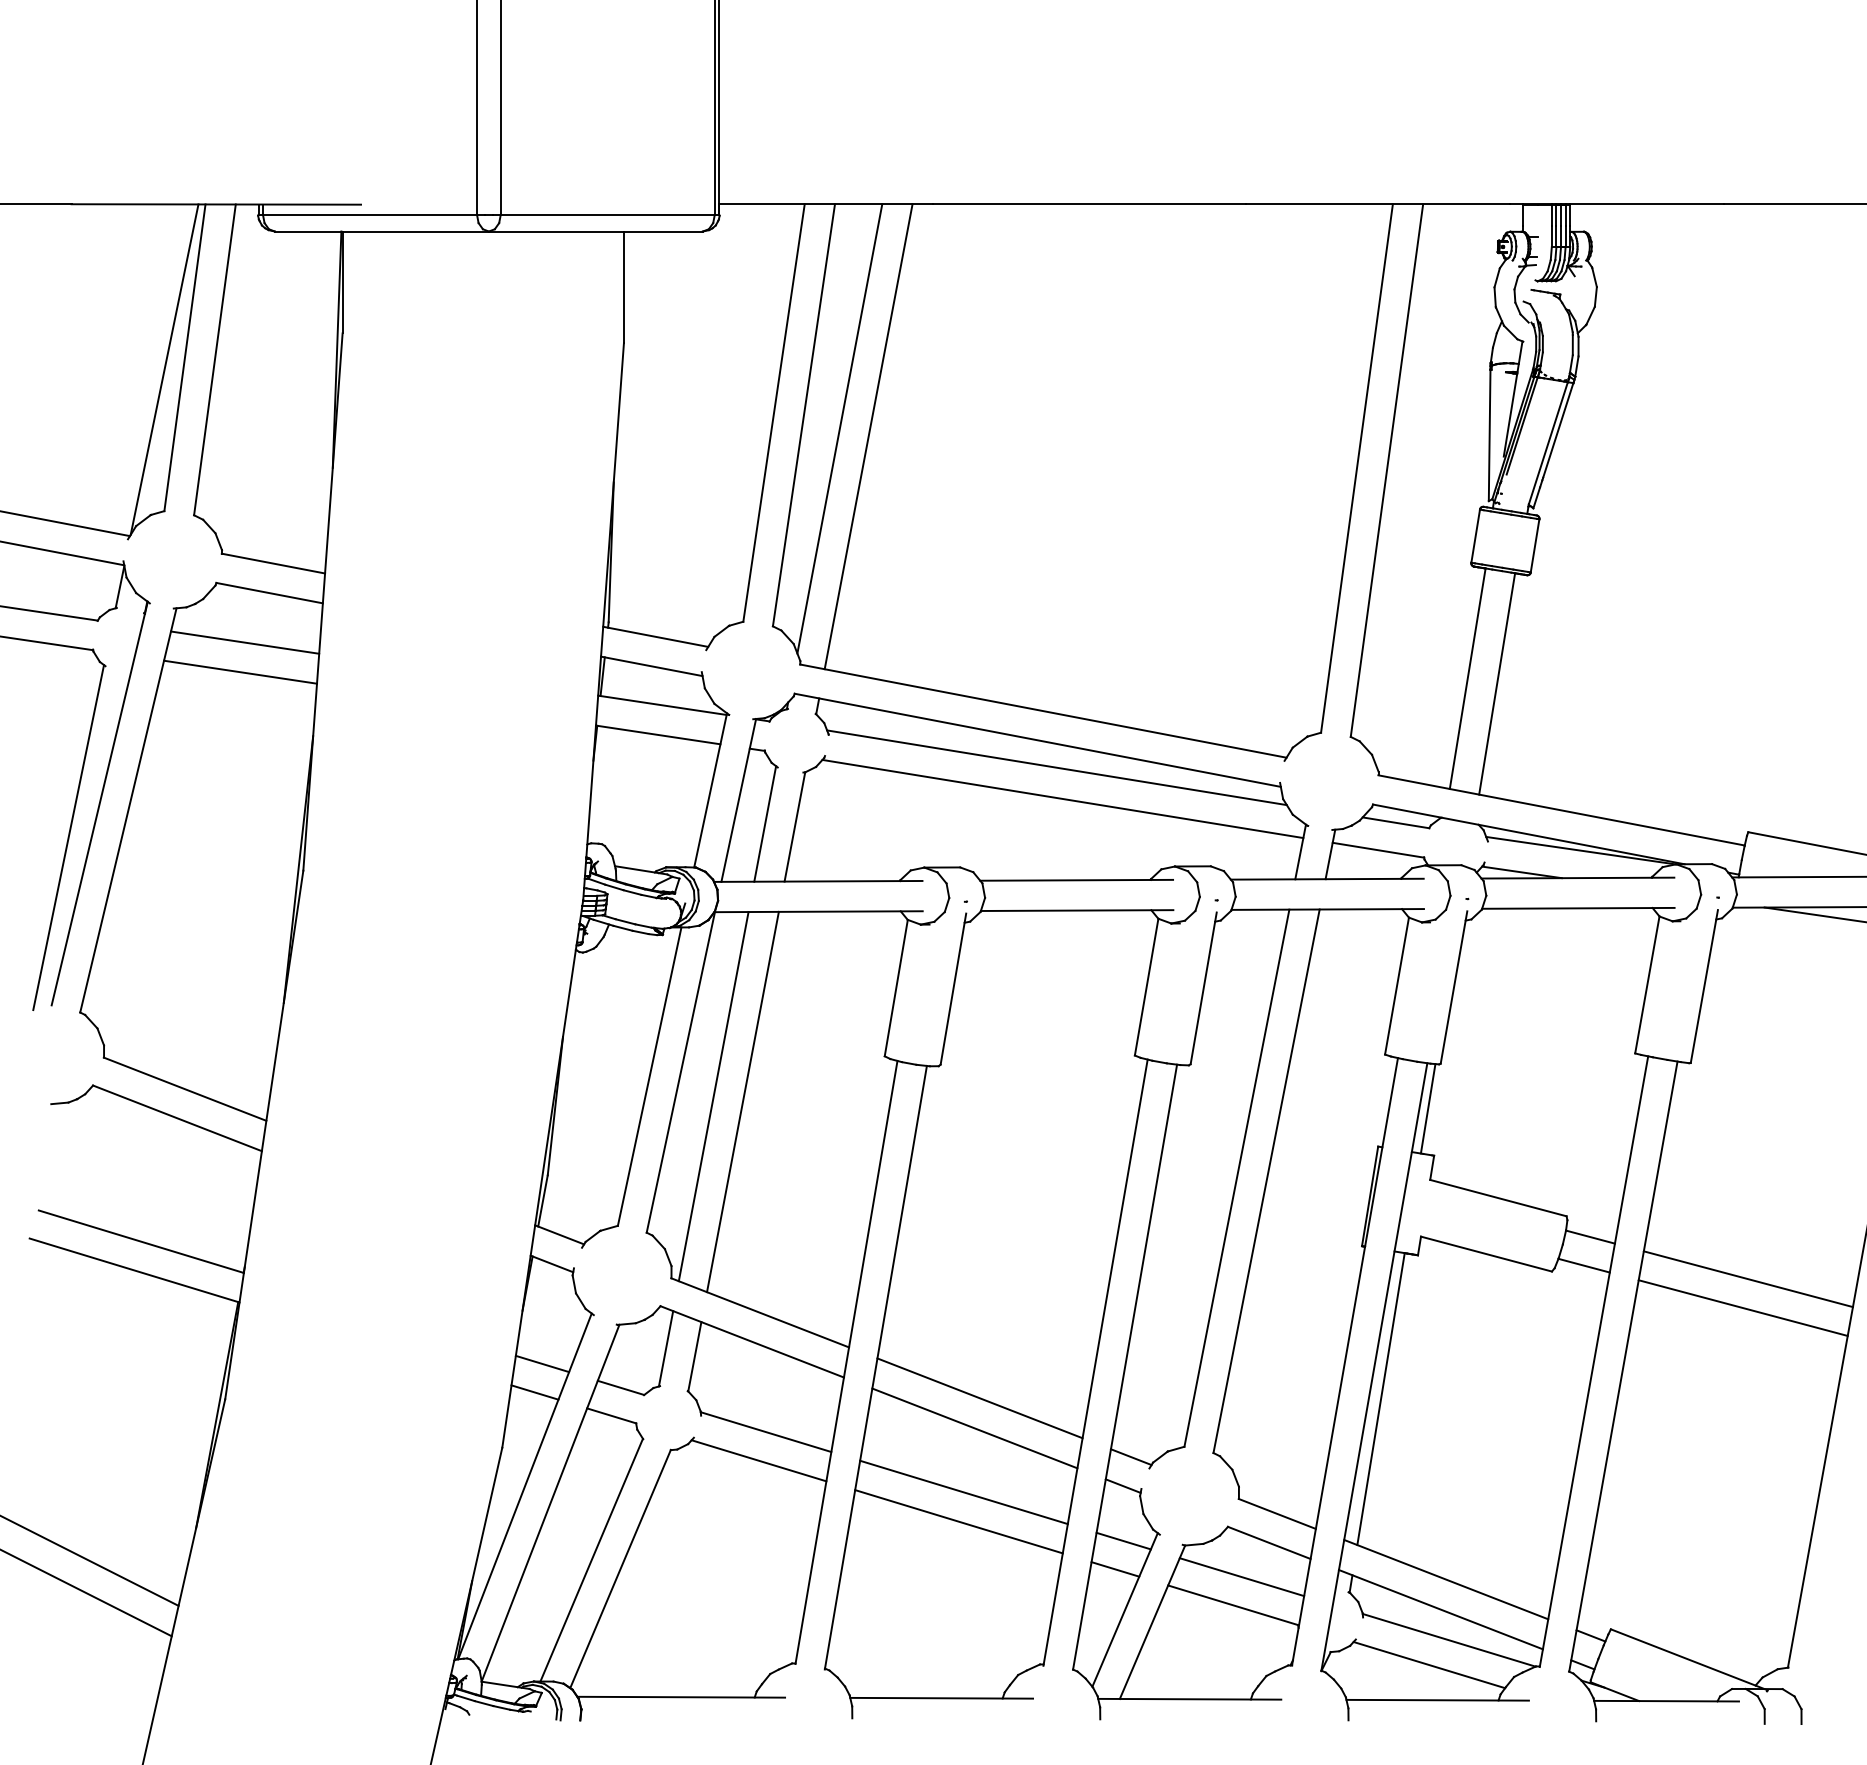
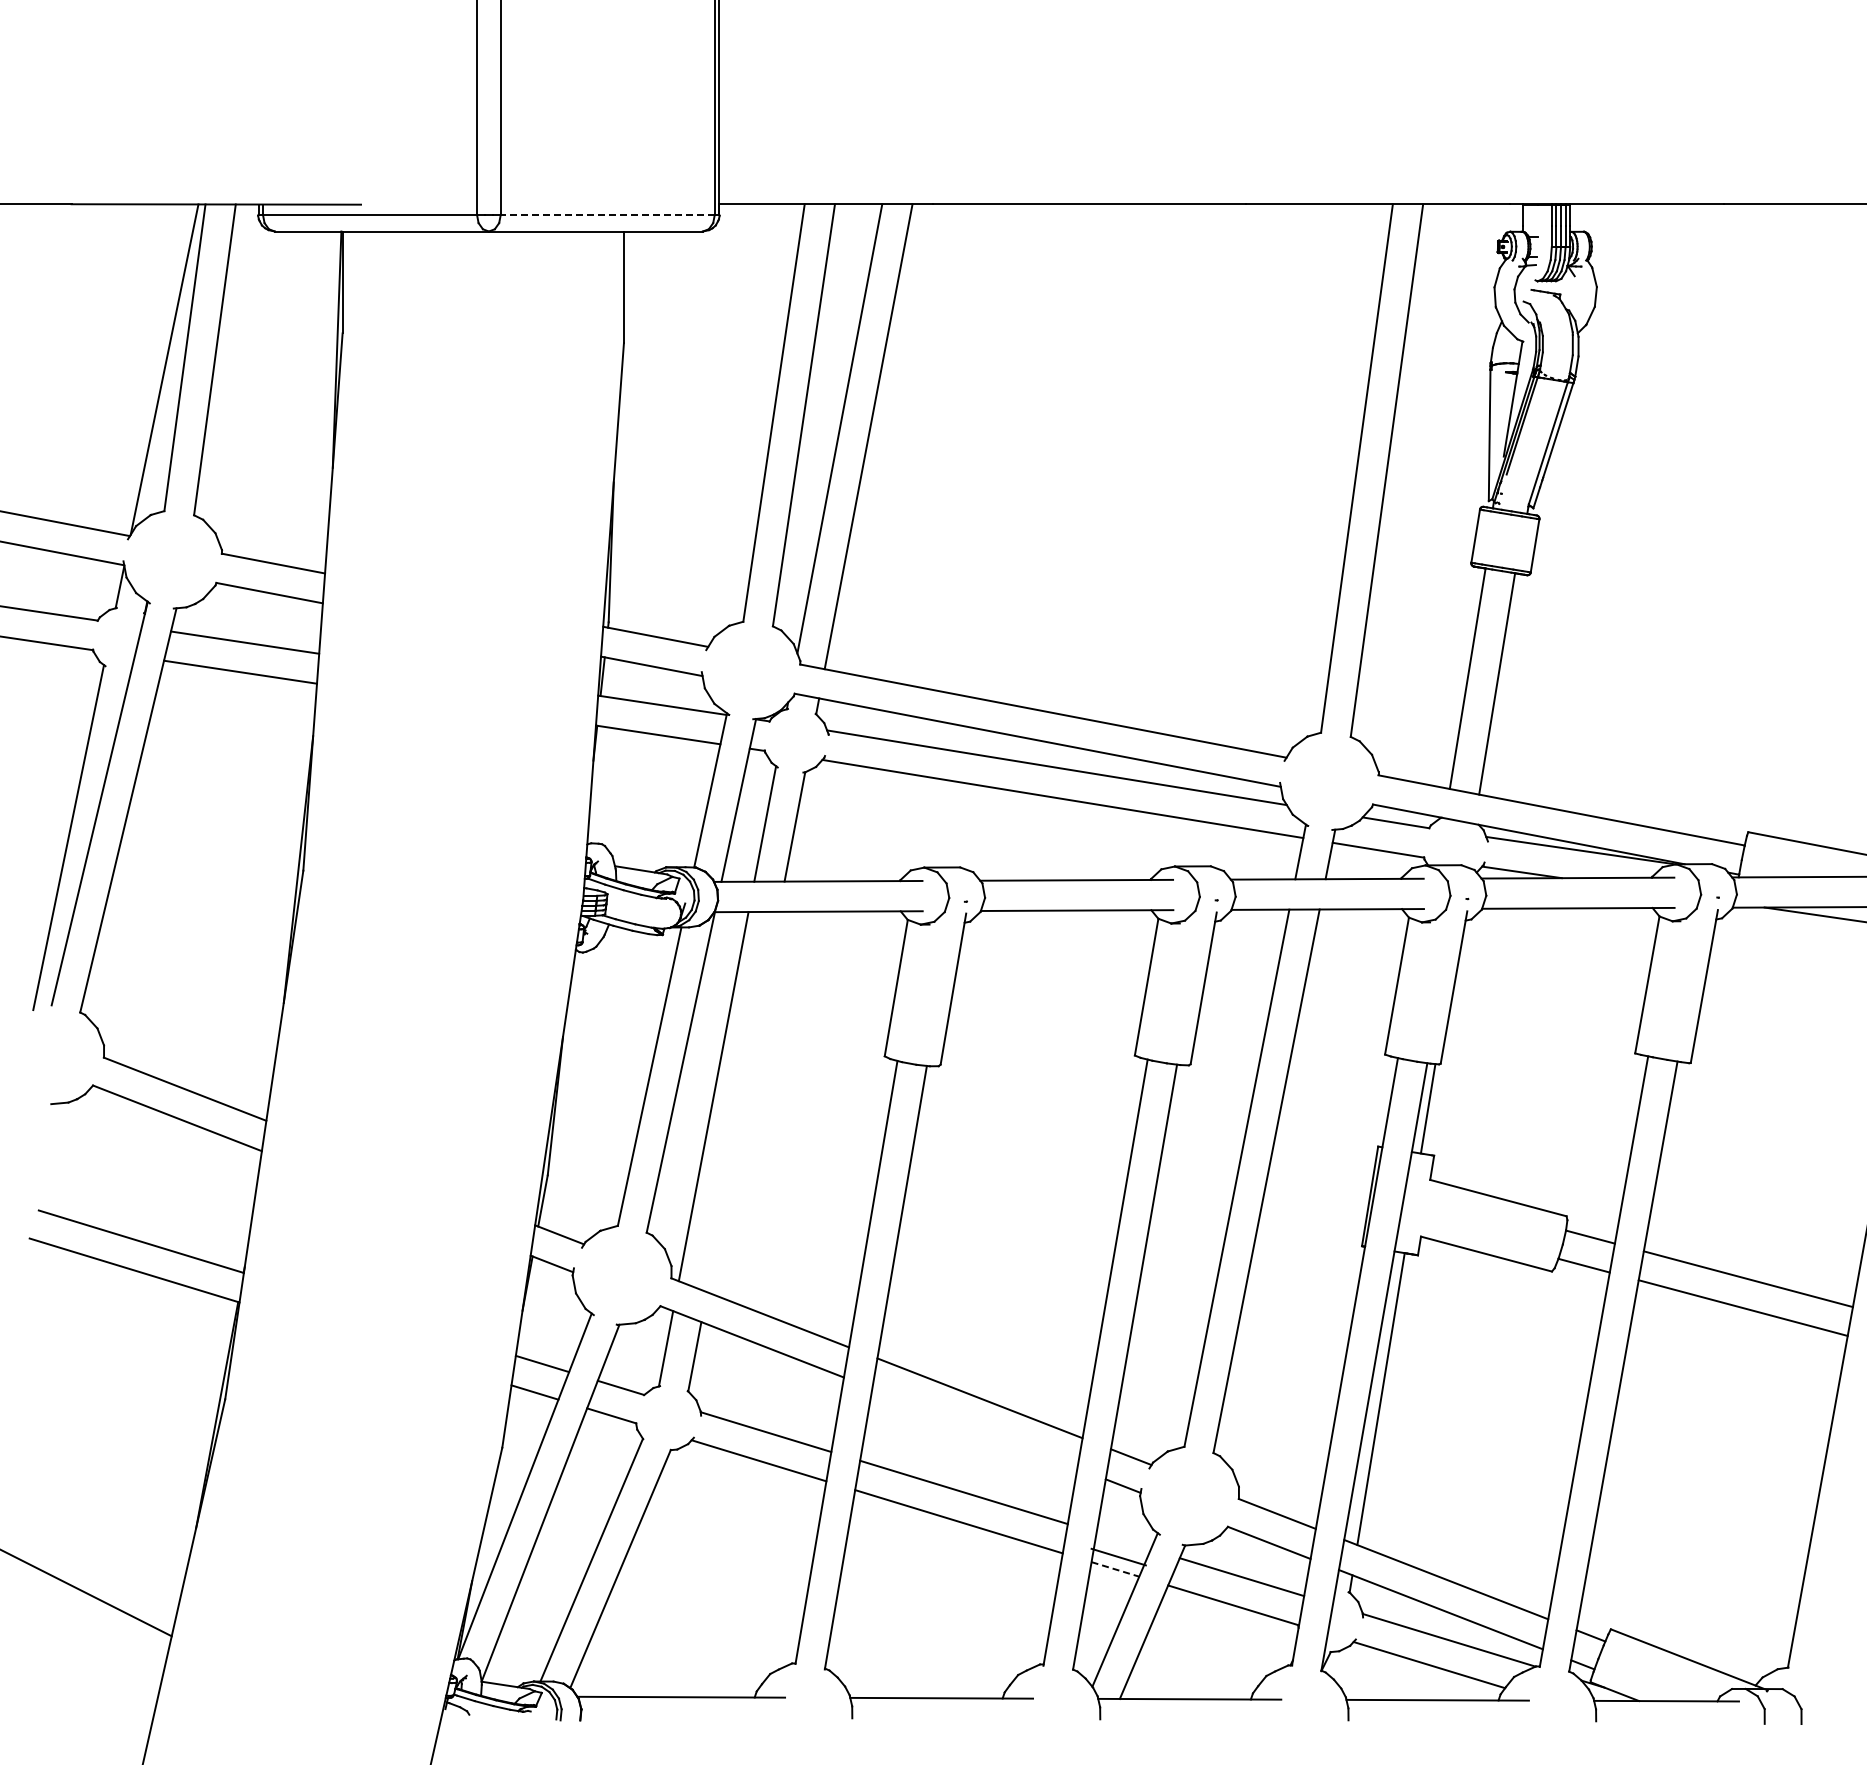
line at (607, 214): solid -> dashed
line at (742, 1101): present -> none
line at (974, 1428): present -> none
line at (1123, 1540) position: (1123, 1540) -> (1118, 1556)
line at (90, 1560): present -> none
line at (1115, 1569): solid -> dashed
